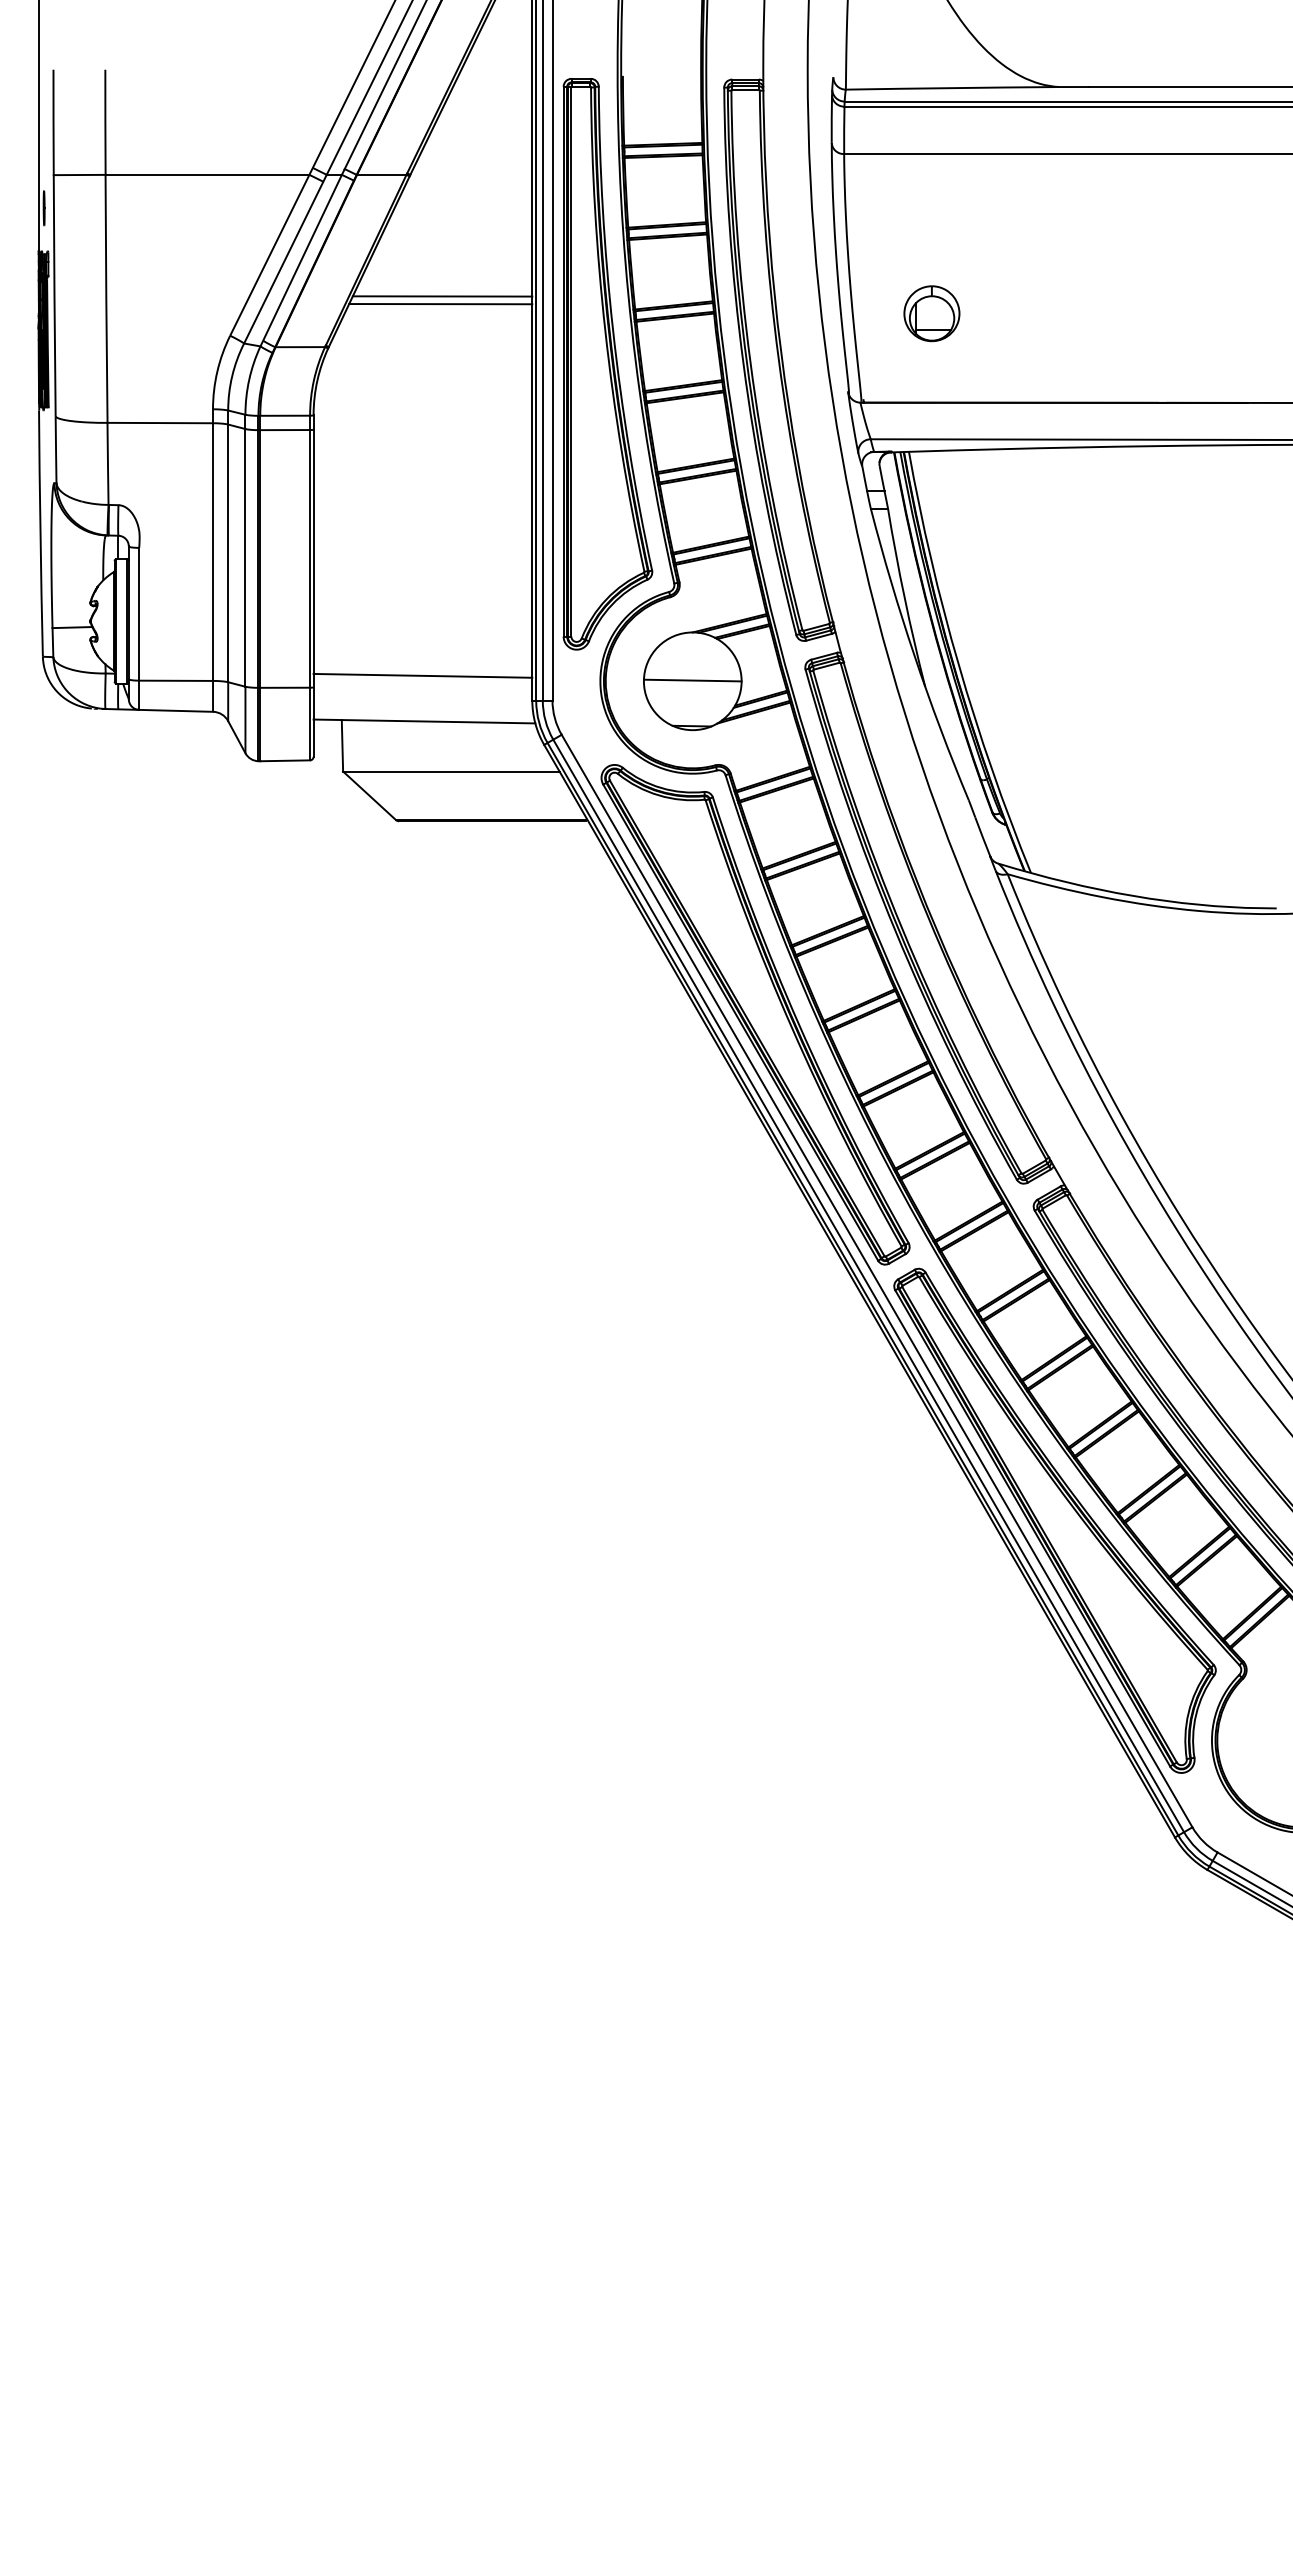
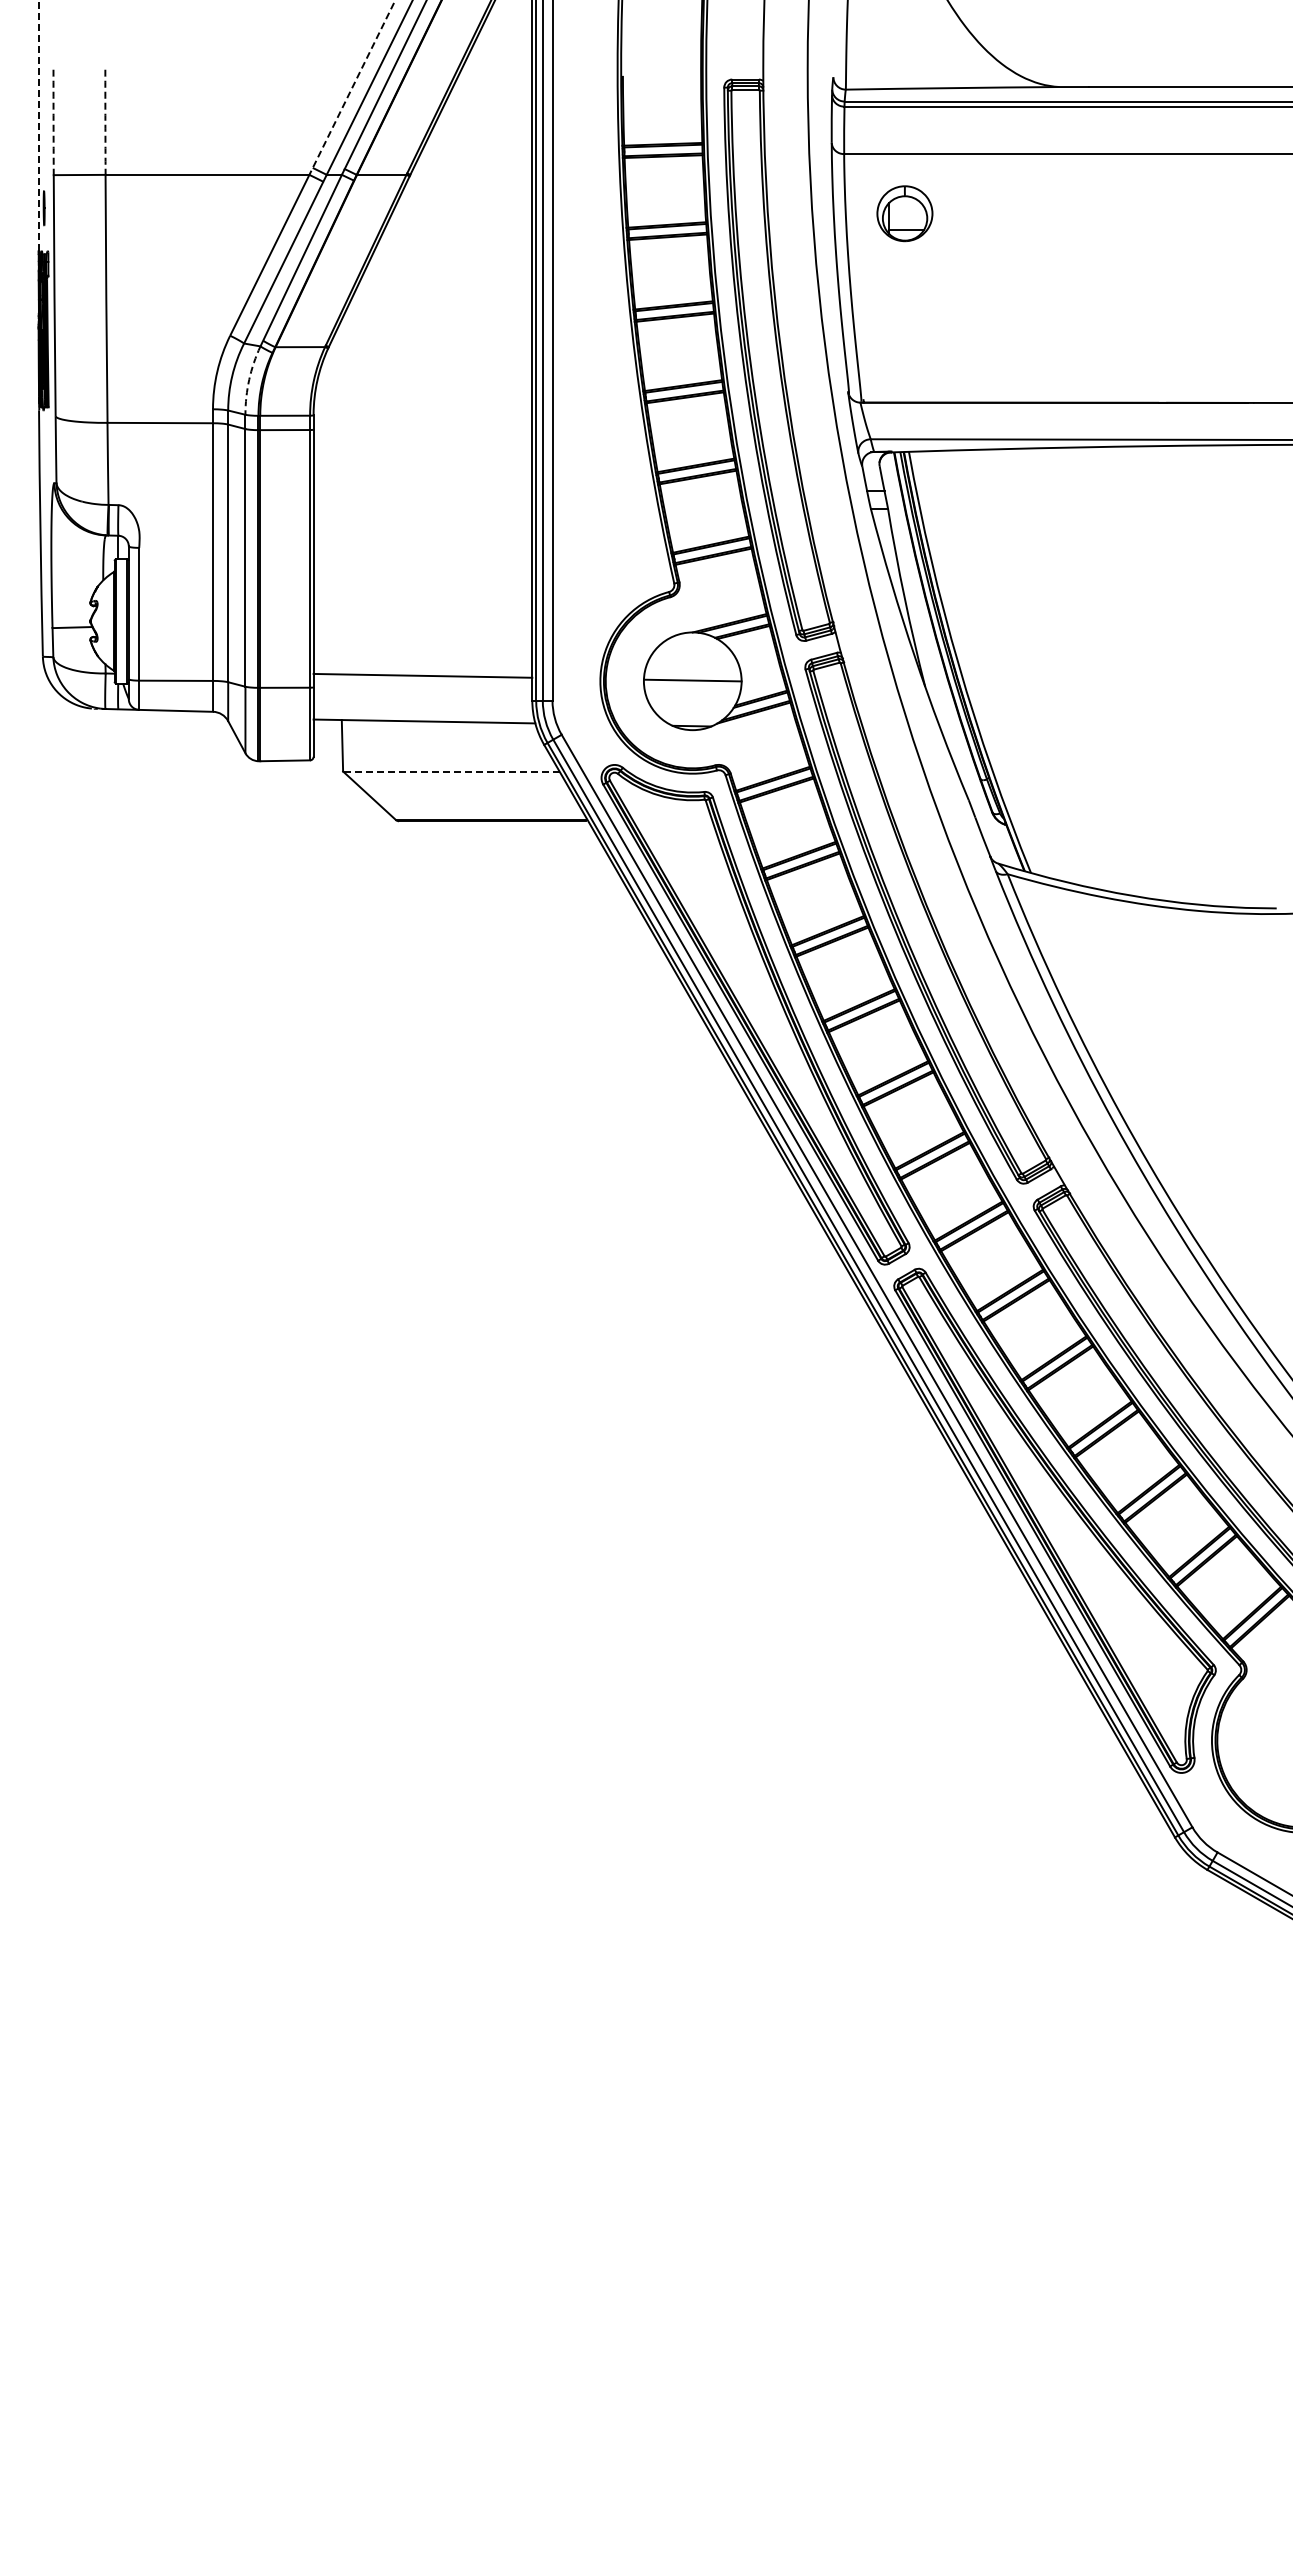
line at (352, 87): solid -> dashed
arc at (53, 122): solid -> dashed
arc at (105, 122): solid -> dashed
line at (38, 125): solid -> dashed
line at (442, 296): present -> none
line at (440, 304): present -> none
part at (931, 313) position: (931, 313) -> (904, 213)
part at (607, 364): present -> none
arc at (249, 379): solid -> dashed
line at (450, 771): solid -> dashed
